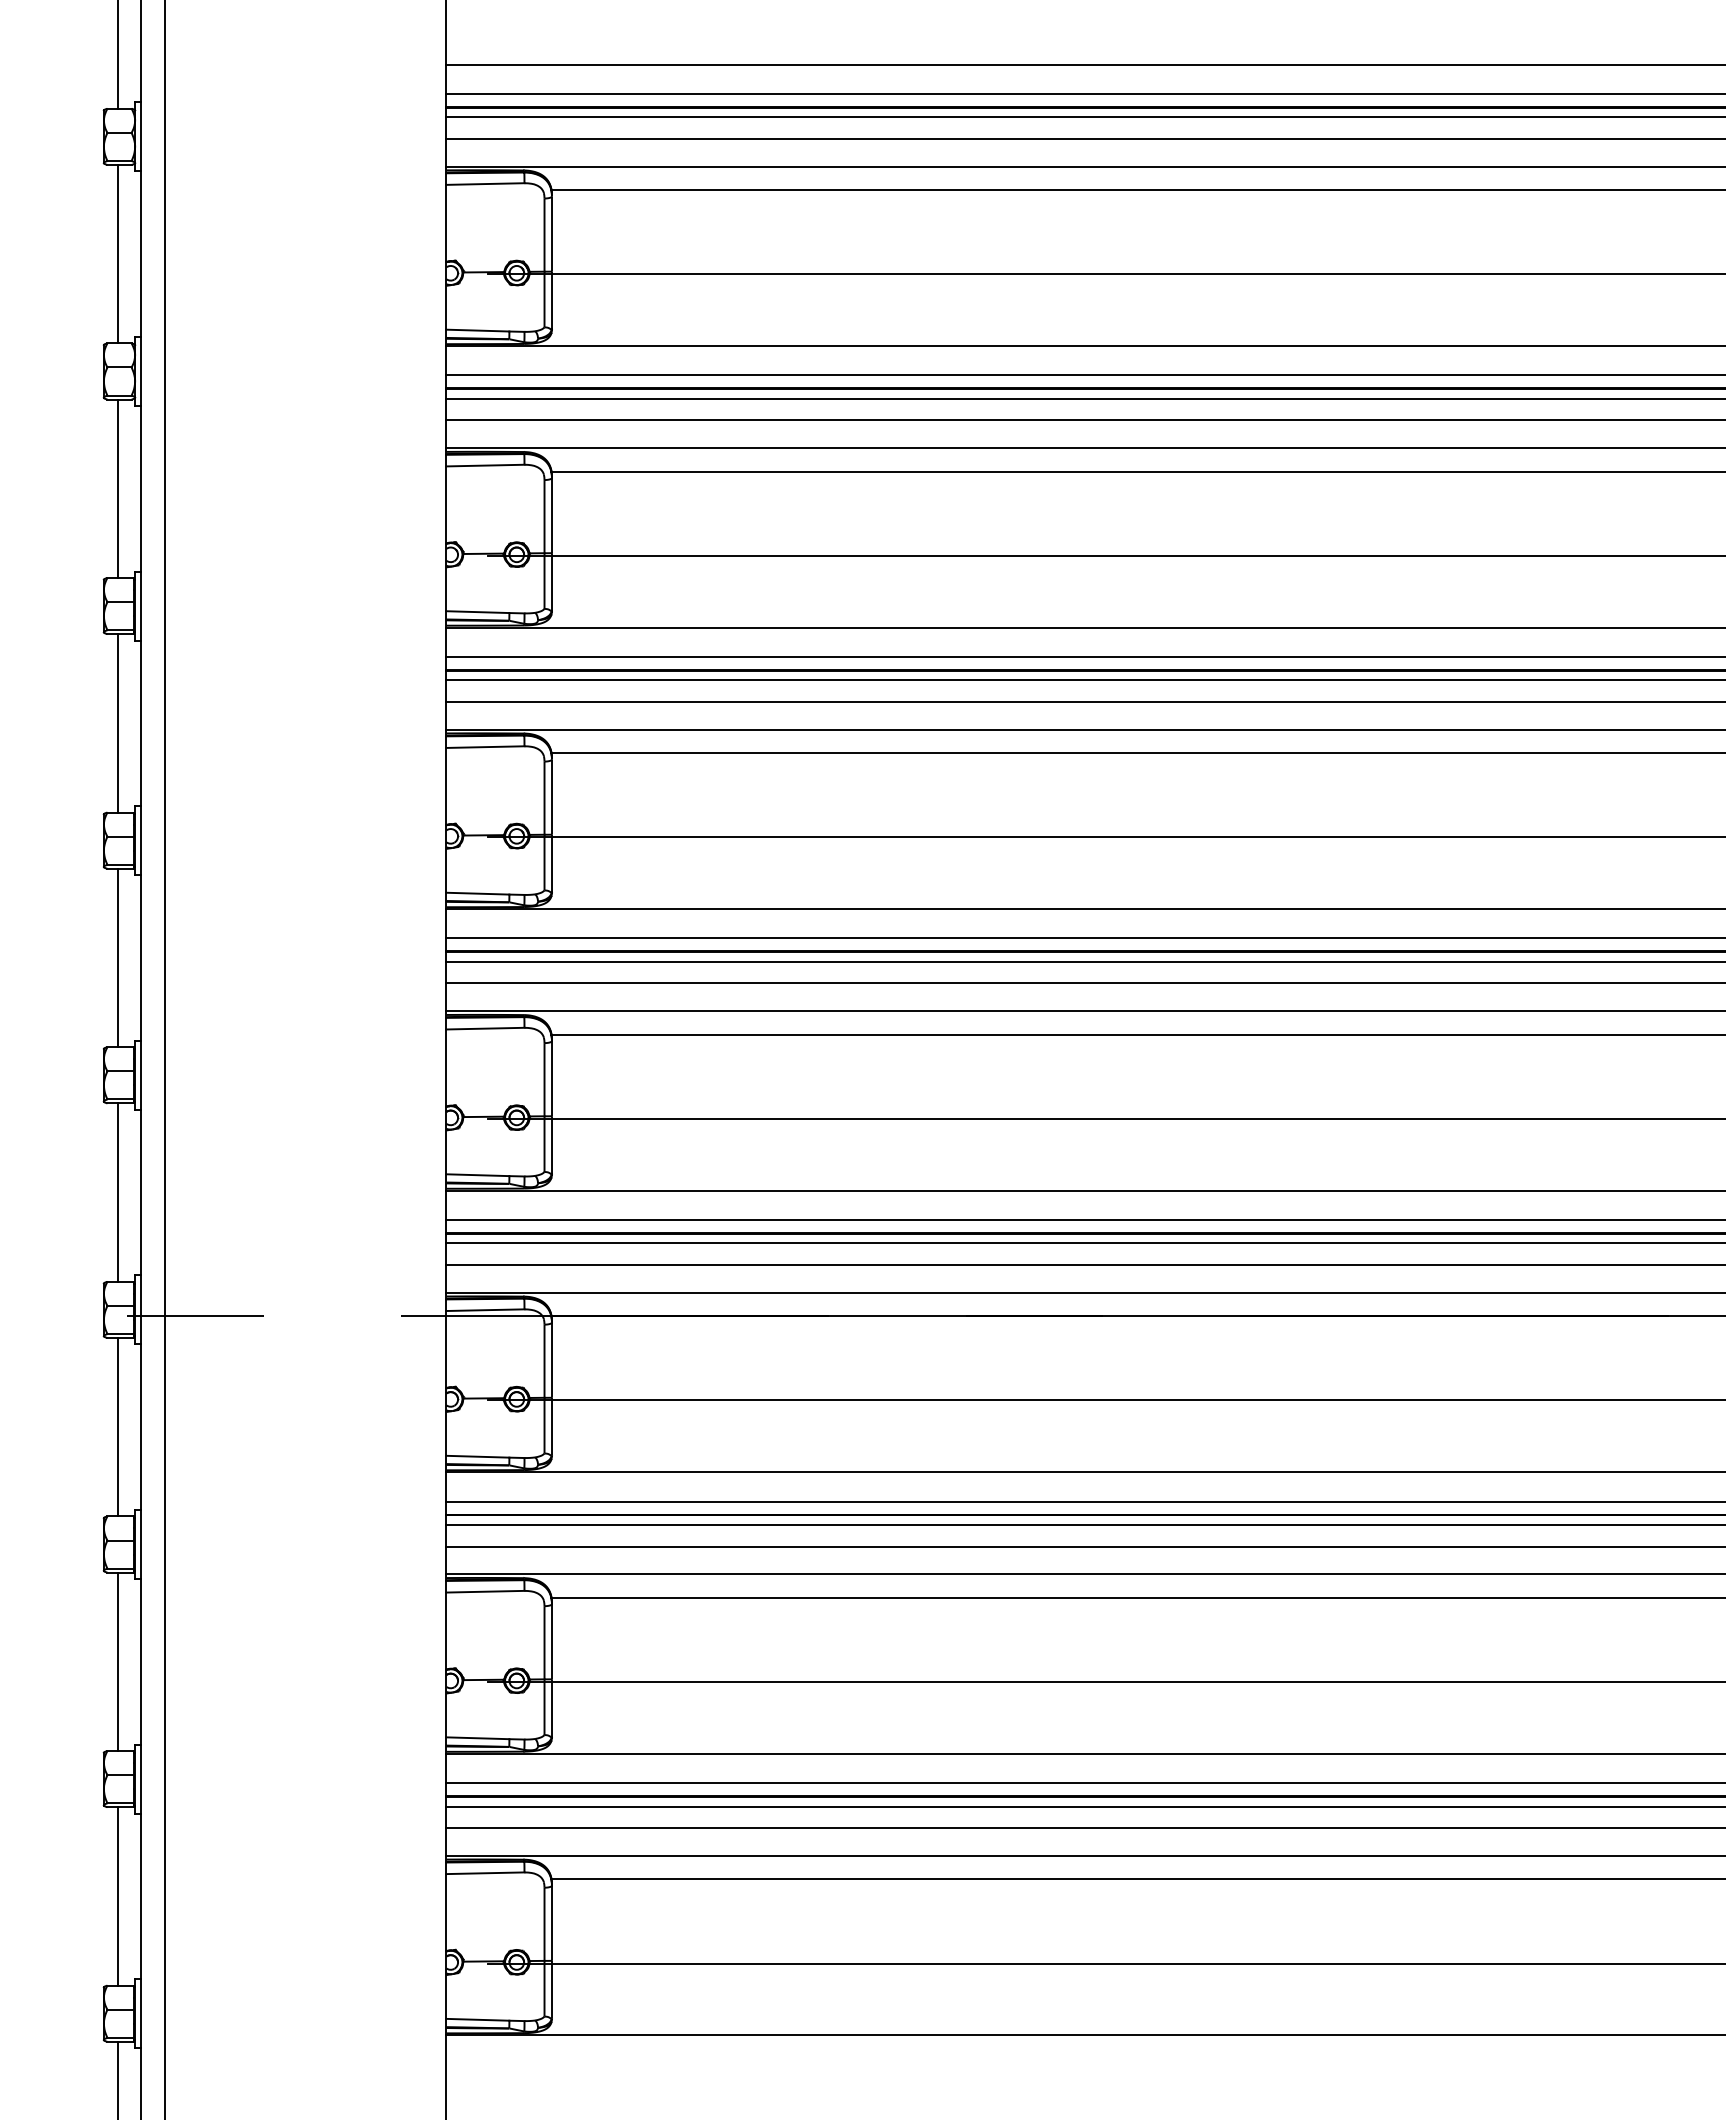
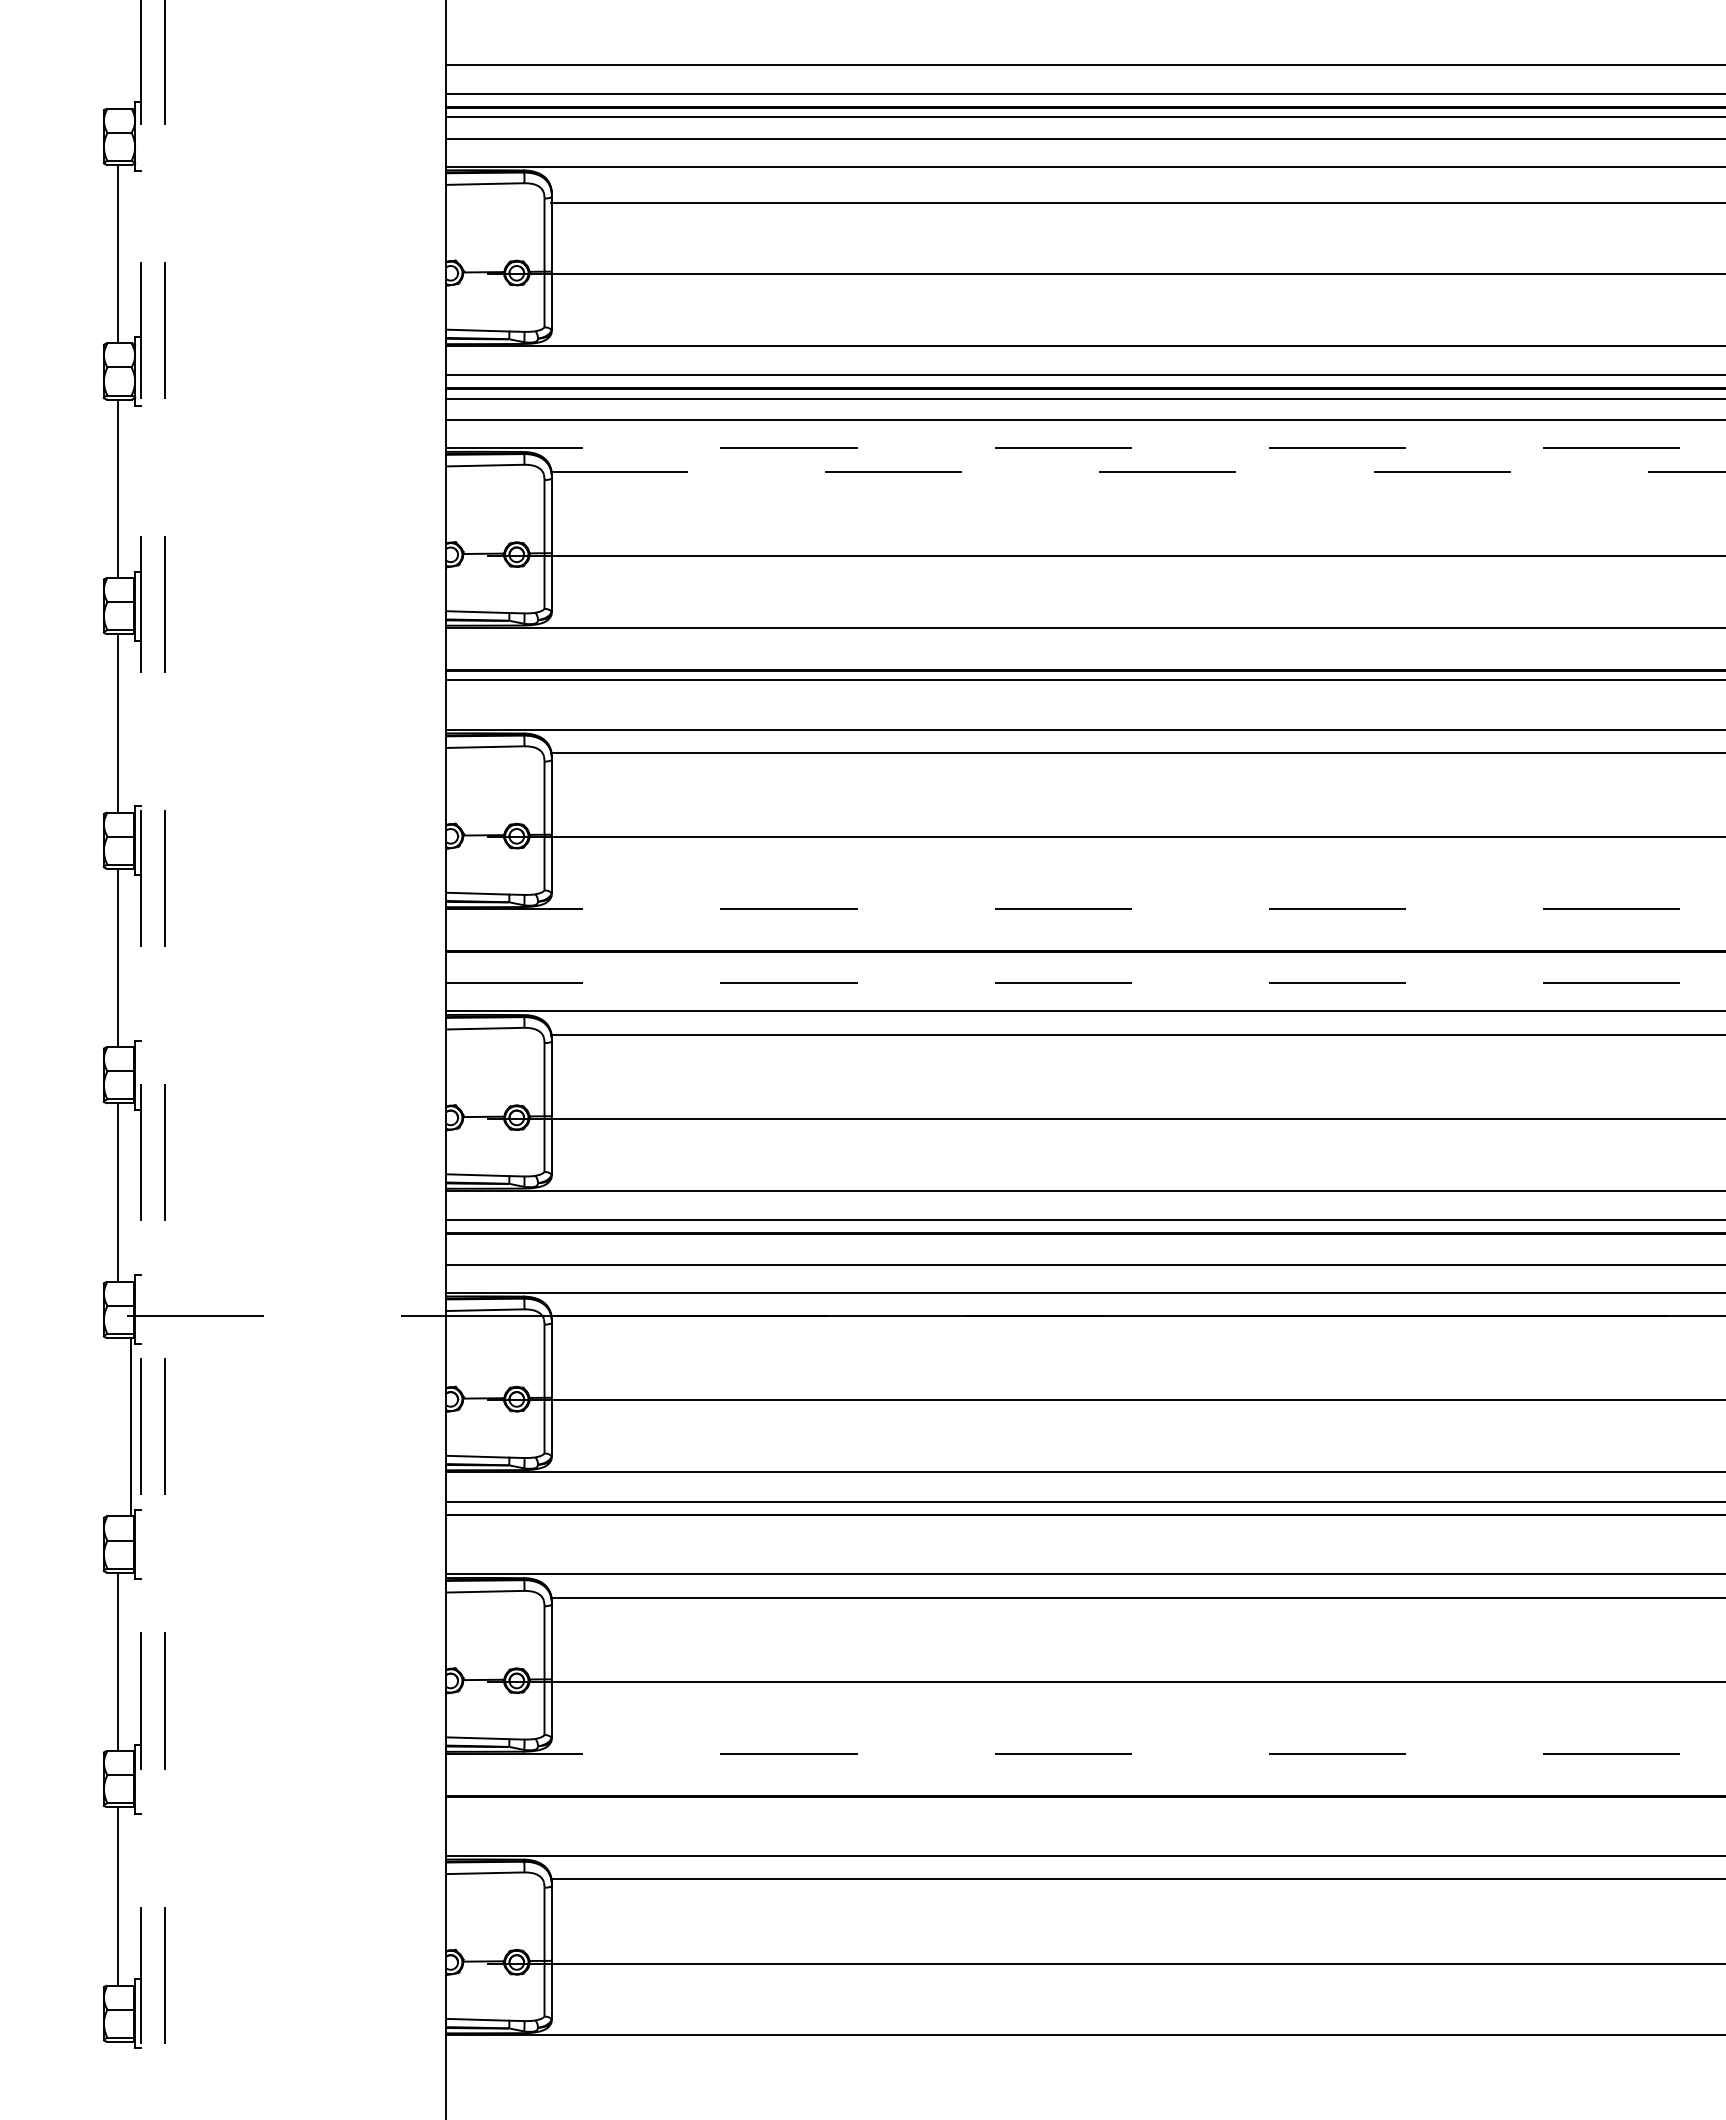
line at (117, 55): present -> none
line at (1136, 190) position: (1136, 190) -> (1136, 203)
line at (1086, 448): solid -> dashed
line at (1138, 471): solid -> dashed
line at (1084, 656): present -> none
line at (1084, 701): present -> none
line at (1086, 909): solid -> dashed
line at (1084, 938): present -> none
line at (1084, 961): present -> none
line at (1086, 983): solid -> dashed
line at (141, 1060): solid -> dashed
line at (164, 1060): solid -> dashed
line at (1084, 1243): present -> none
line at (117, 1427) position: (117, 1427) -> (130, 1427)
line at (1084, 1525): present -> none
line at (1084, 1546): present -> none
line at (1086, 1753): solid -> dashed
line at (1084, 1783): present -> none
line at (1084, 1806): present -> none
line at (1084, 1828): present -> none
line at (117, 2078): present -> none
